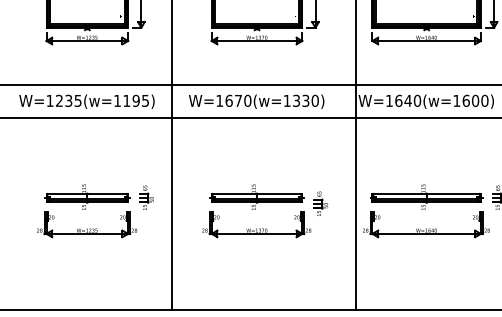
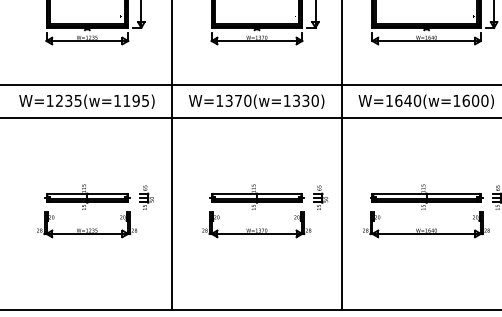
text at (228, 100): W=1670(w=1330) -> W=1370(w=1330)
line at (355, 155) position: (355, 155) -> (341, 155)
part at (320, 203) position: (320, 203) -> (320, 197)
